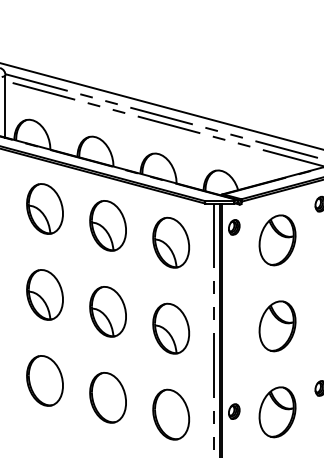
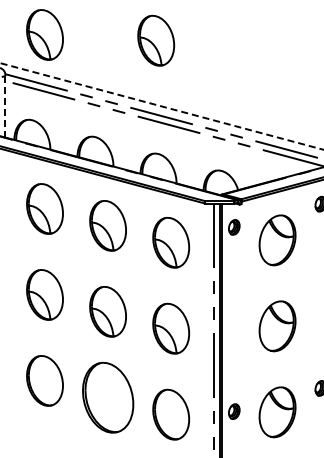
part at (44, 34): none -> present
part at (155, 40): none -> present
line at (5, 106): solid -> dashed
line at (162, 106): solid -> dashed
part at (107, 397) size: 38x52 px -> 53x73 px
